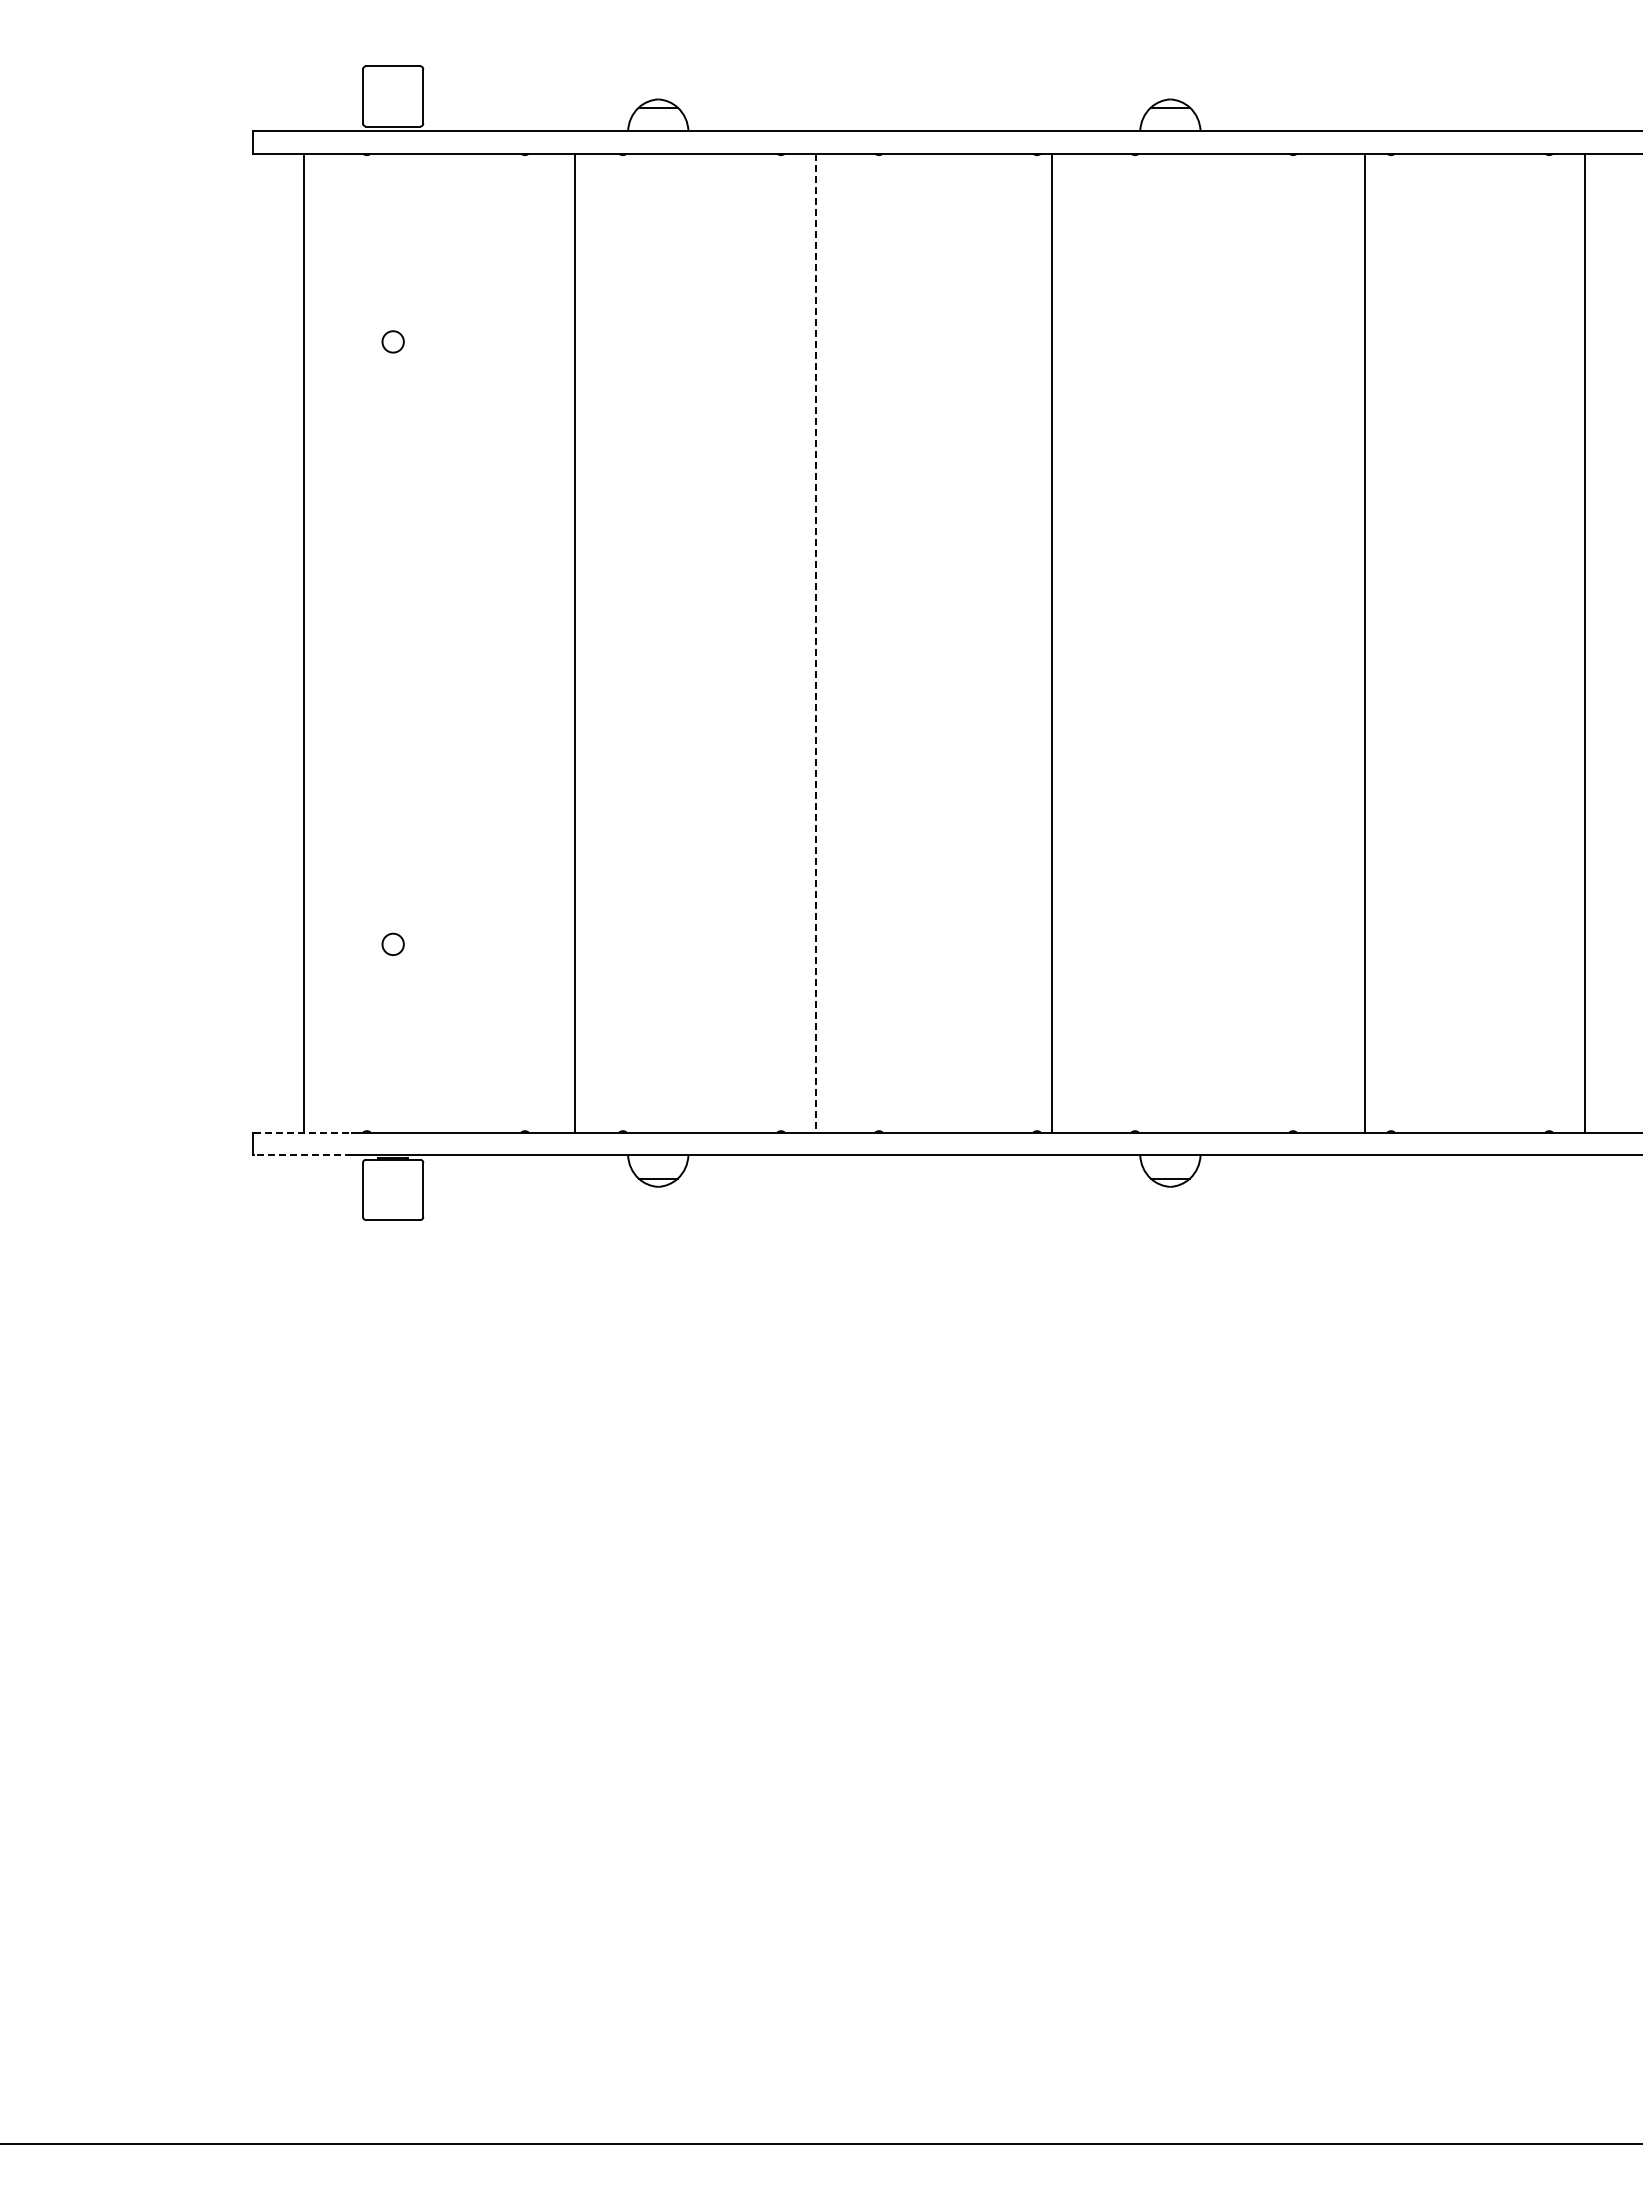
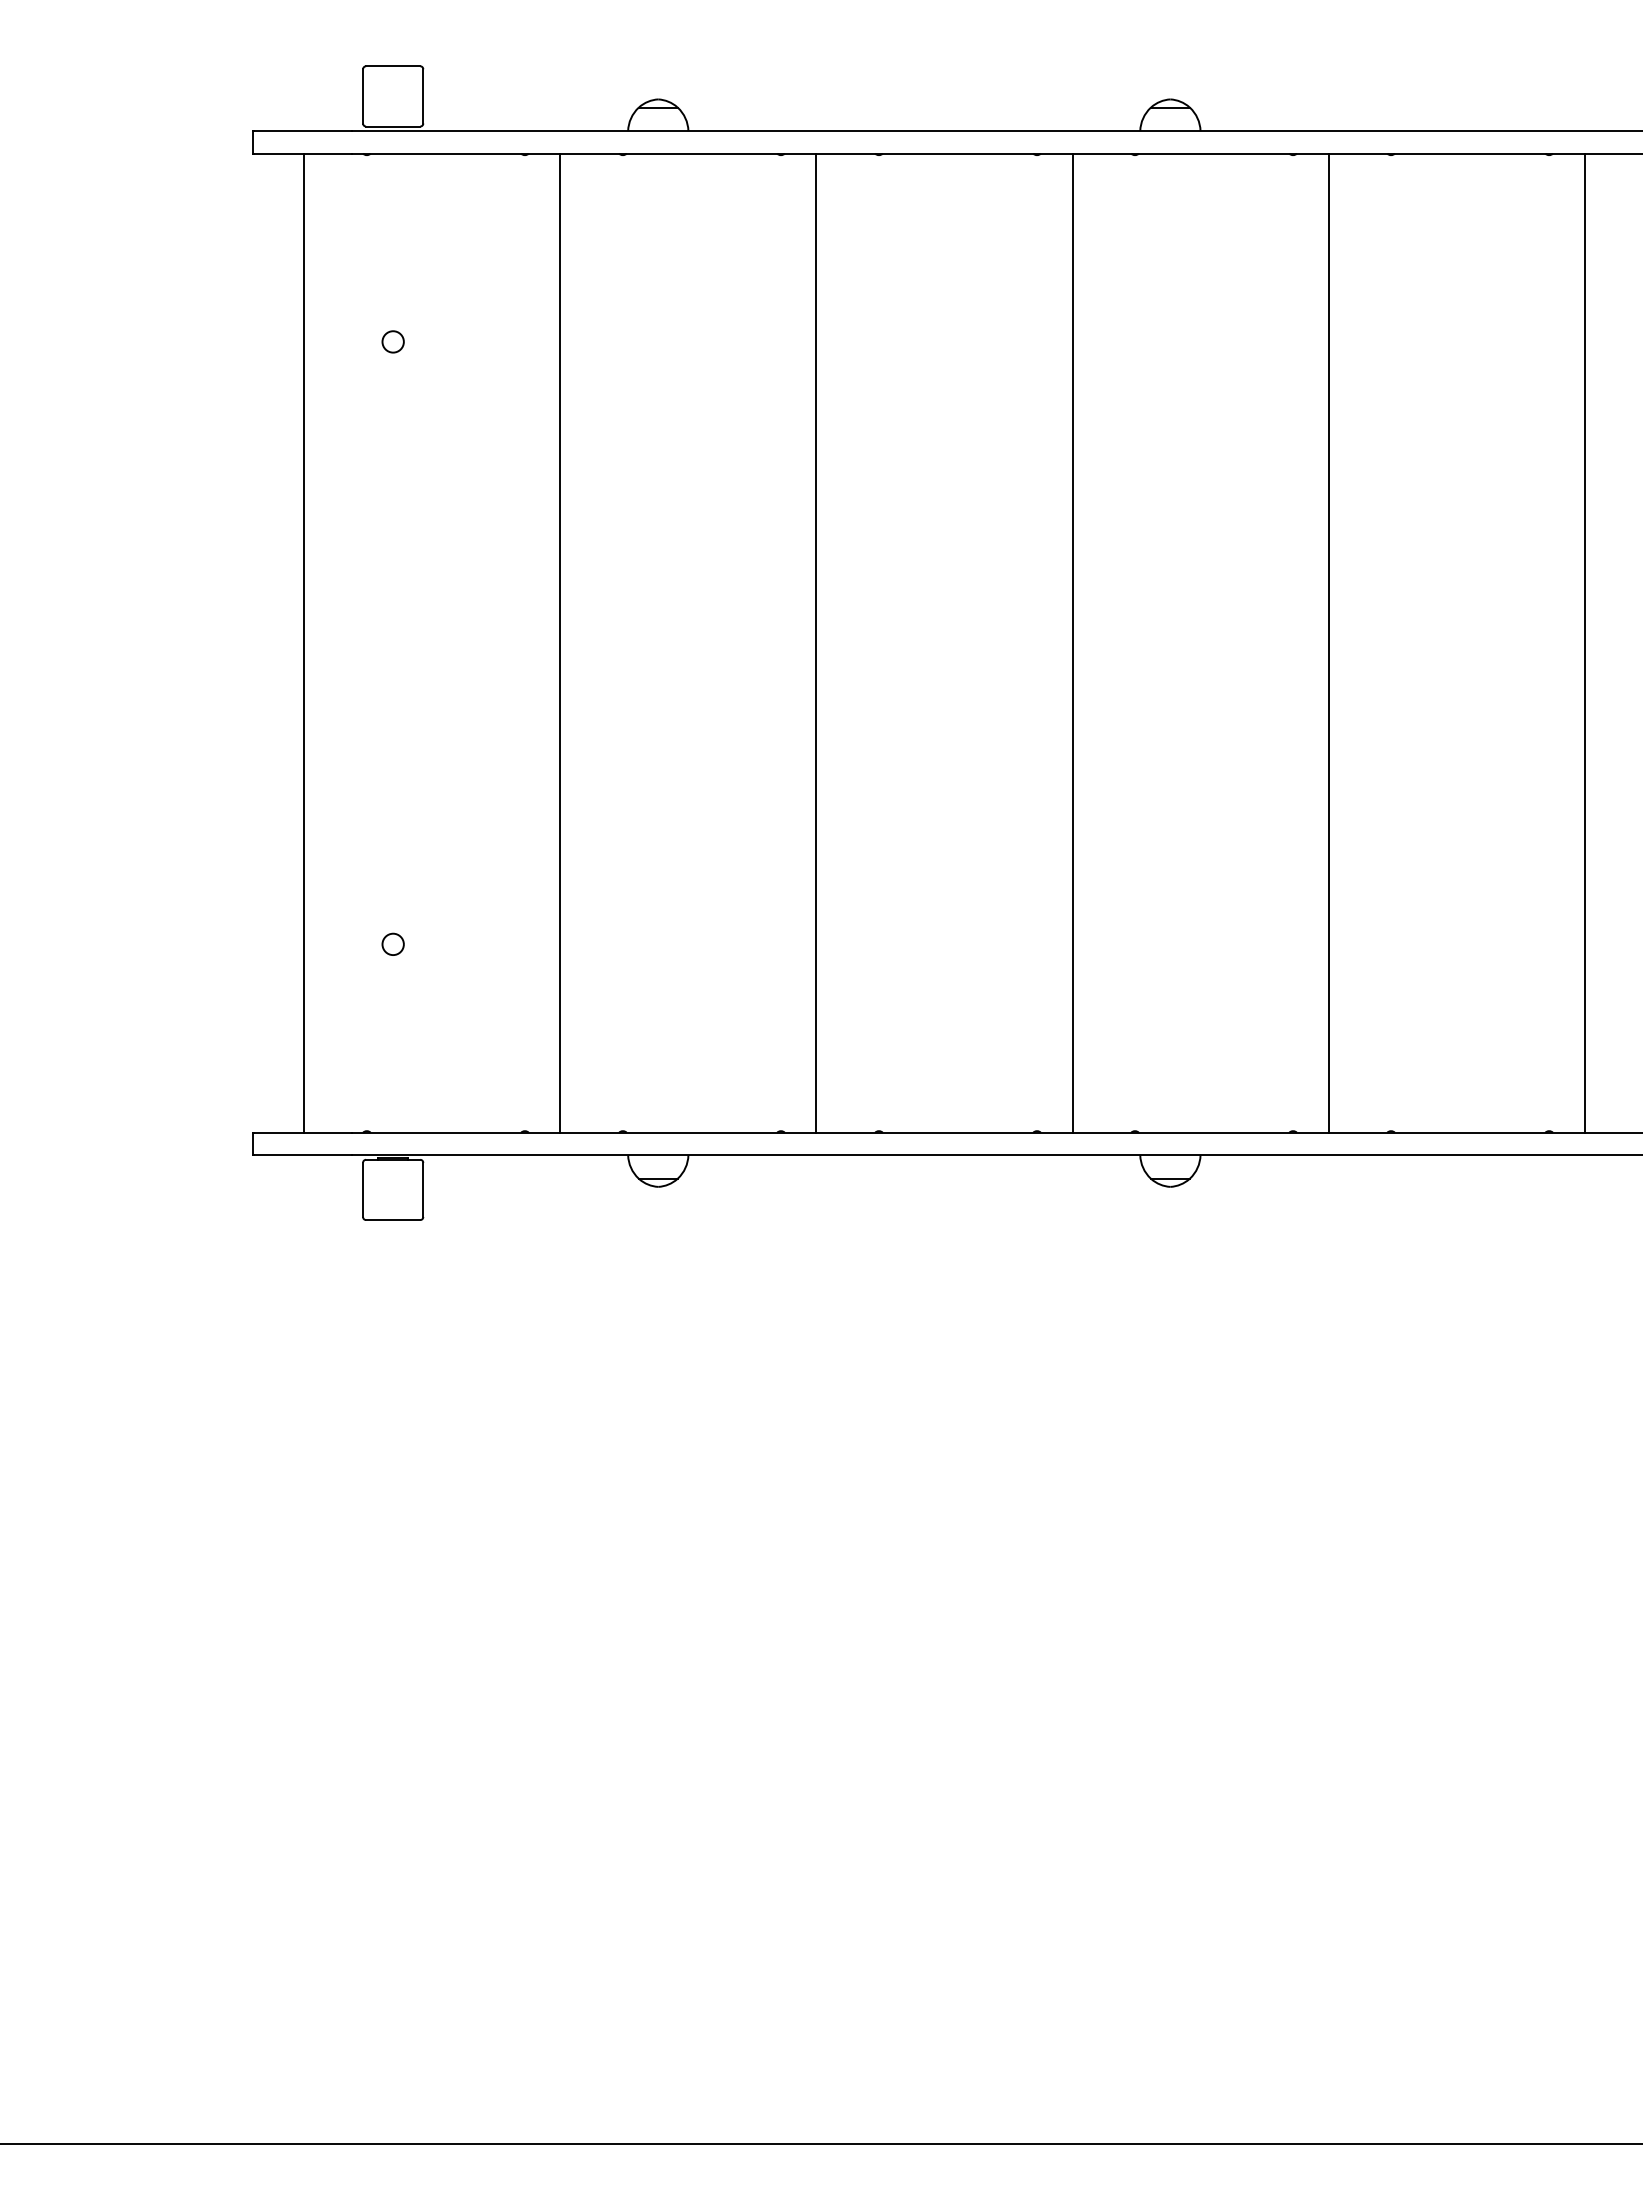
line at (575, 642) position: (575, 642) -> (560, 642)
line at (1051, 642) position: (1051, 642) -> (1072, 642)
line at (1364, 642) position: (1364, 642) -> (1328, 642)
line at (816, 643): dashed -> solid
line at (303, 1132): dashed -> solid
line at (302, 1155): dashed -> solid
